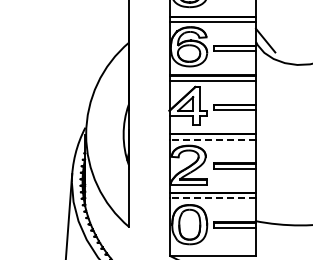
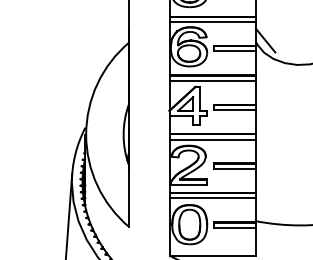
line at (212, 139): dashed -> solid
line at (212, 198): dashed -> solid
